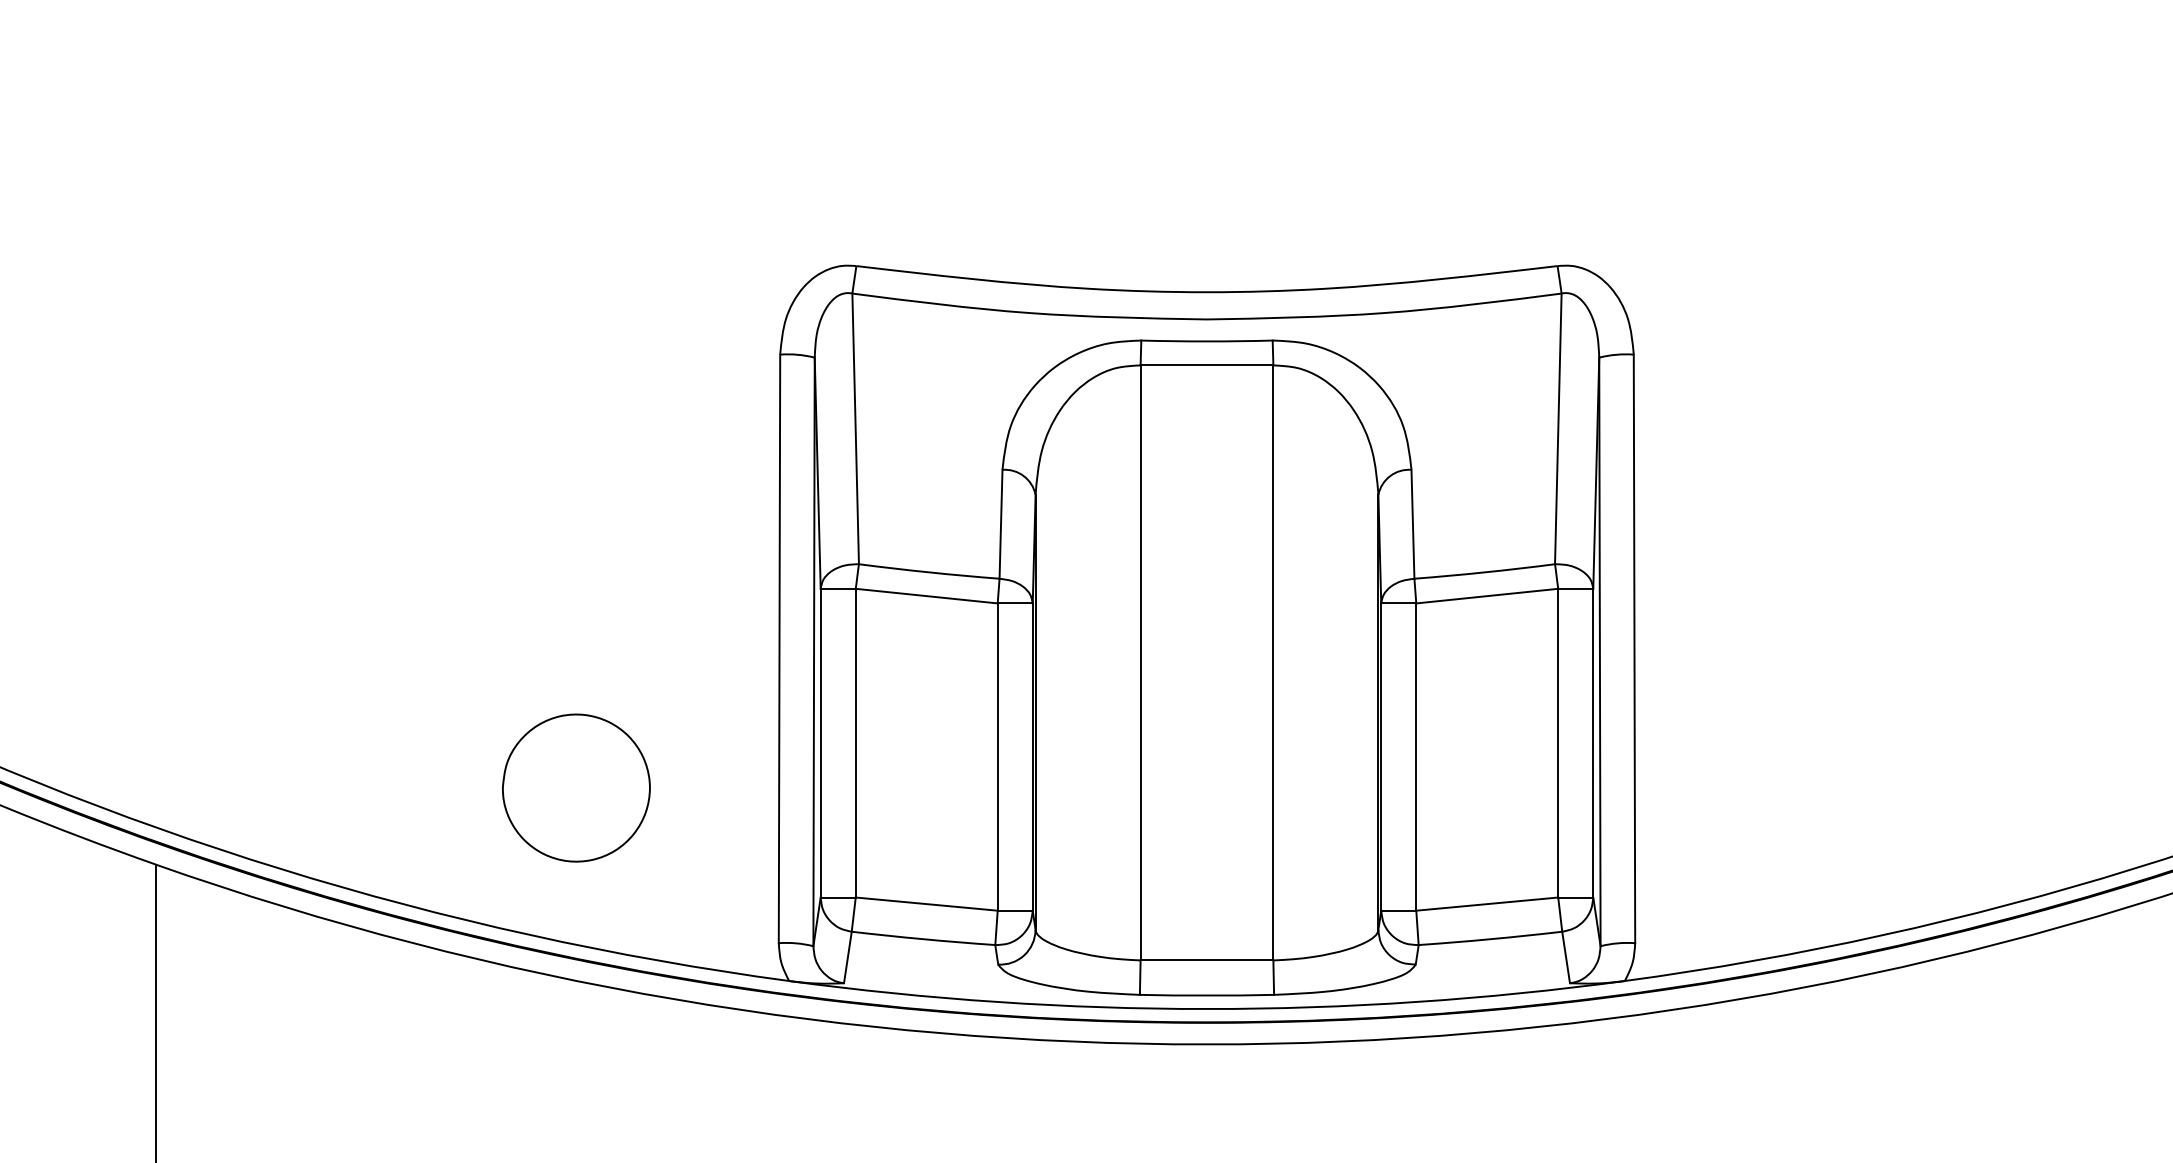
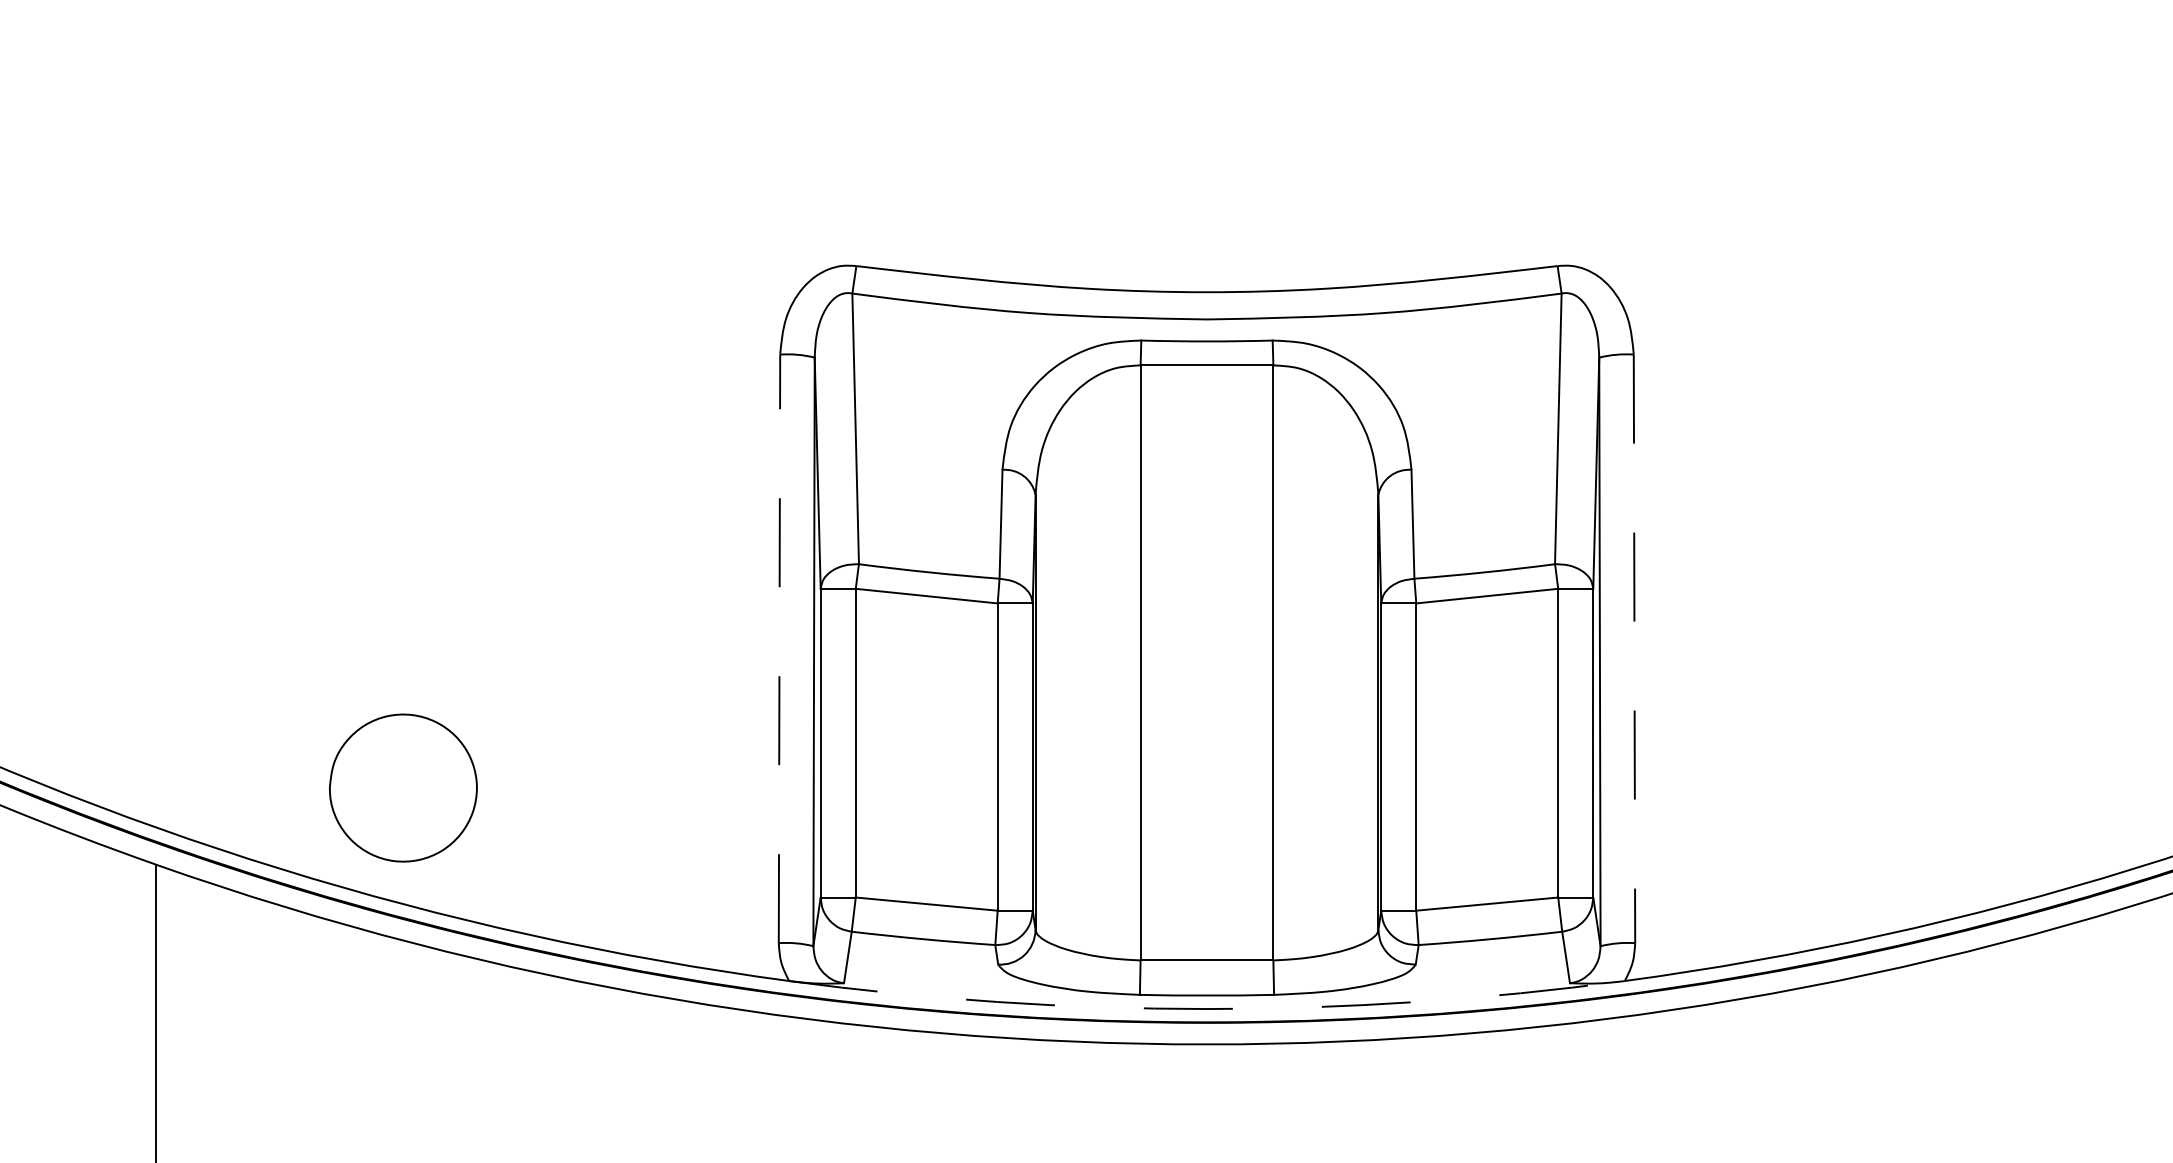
line at (779, 648): solid -> dashed
line at (1634, 649): solid -> dashed
part at (576, 787) position: (576, 787) -> (403, 787)
arc at (1206, 1009): solid -> dashed
